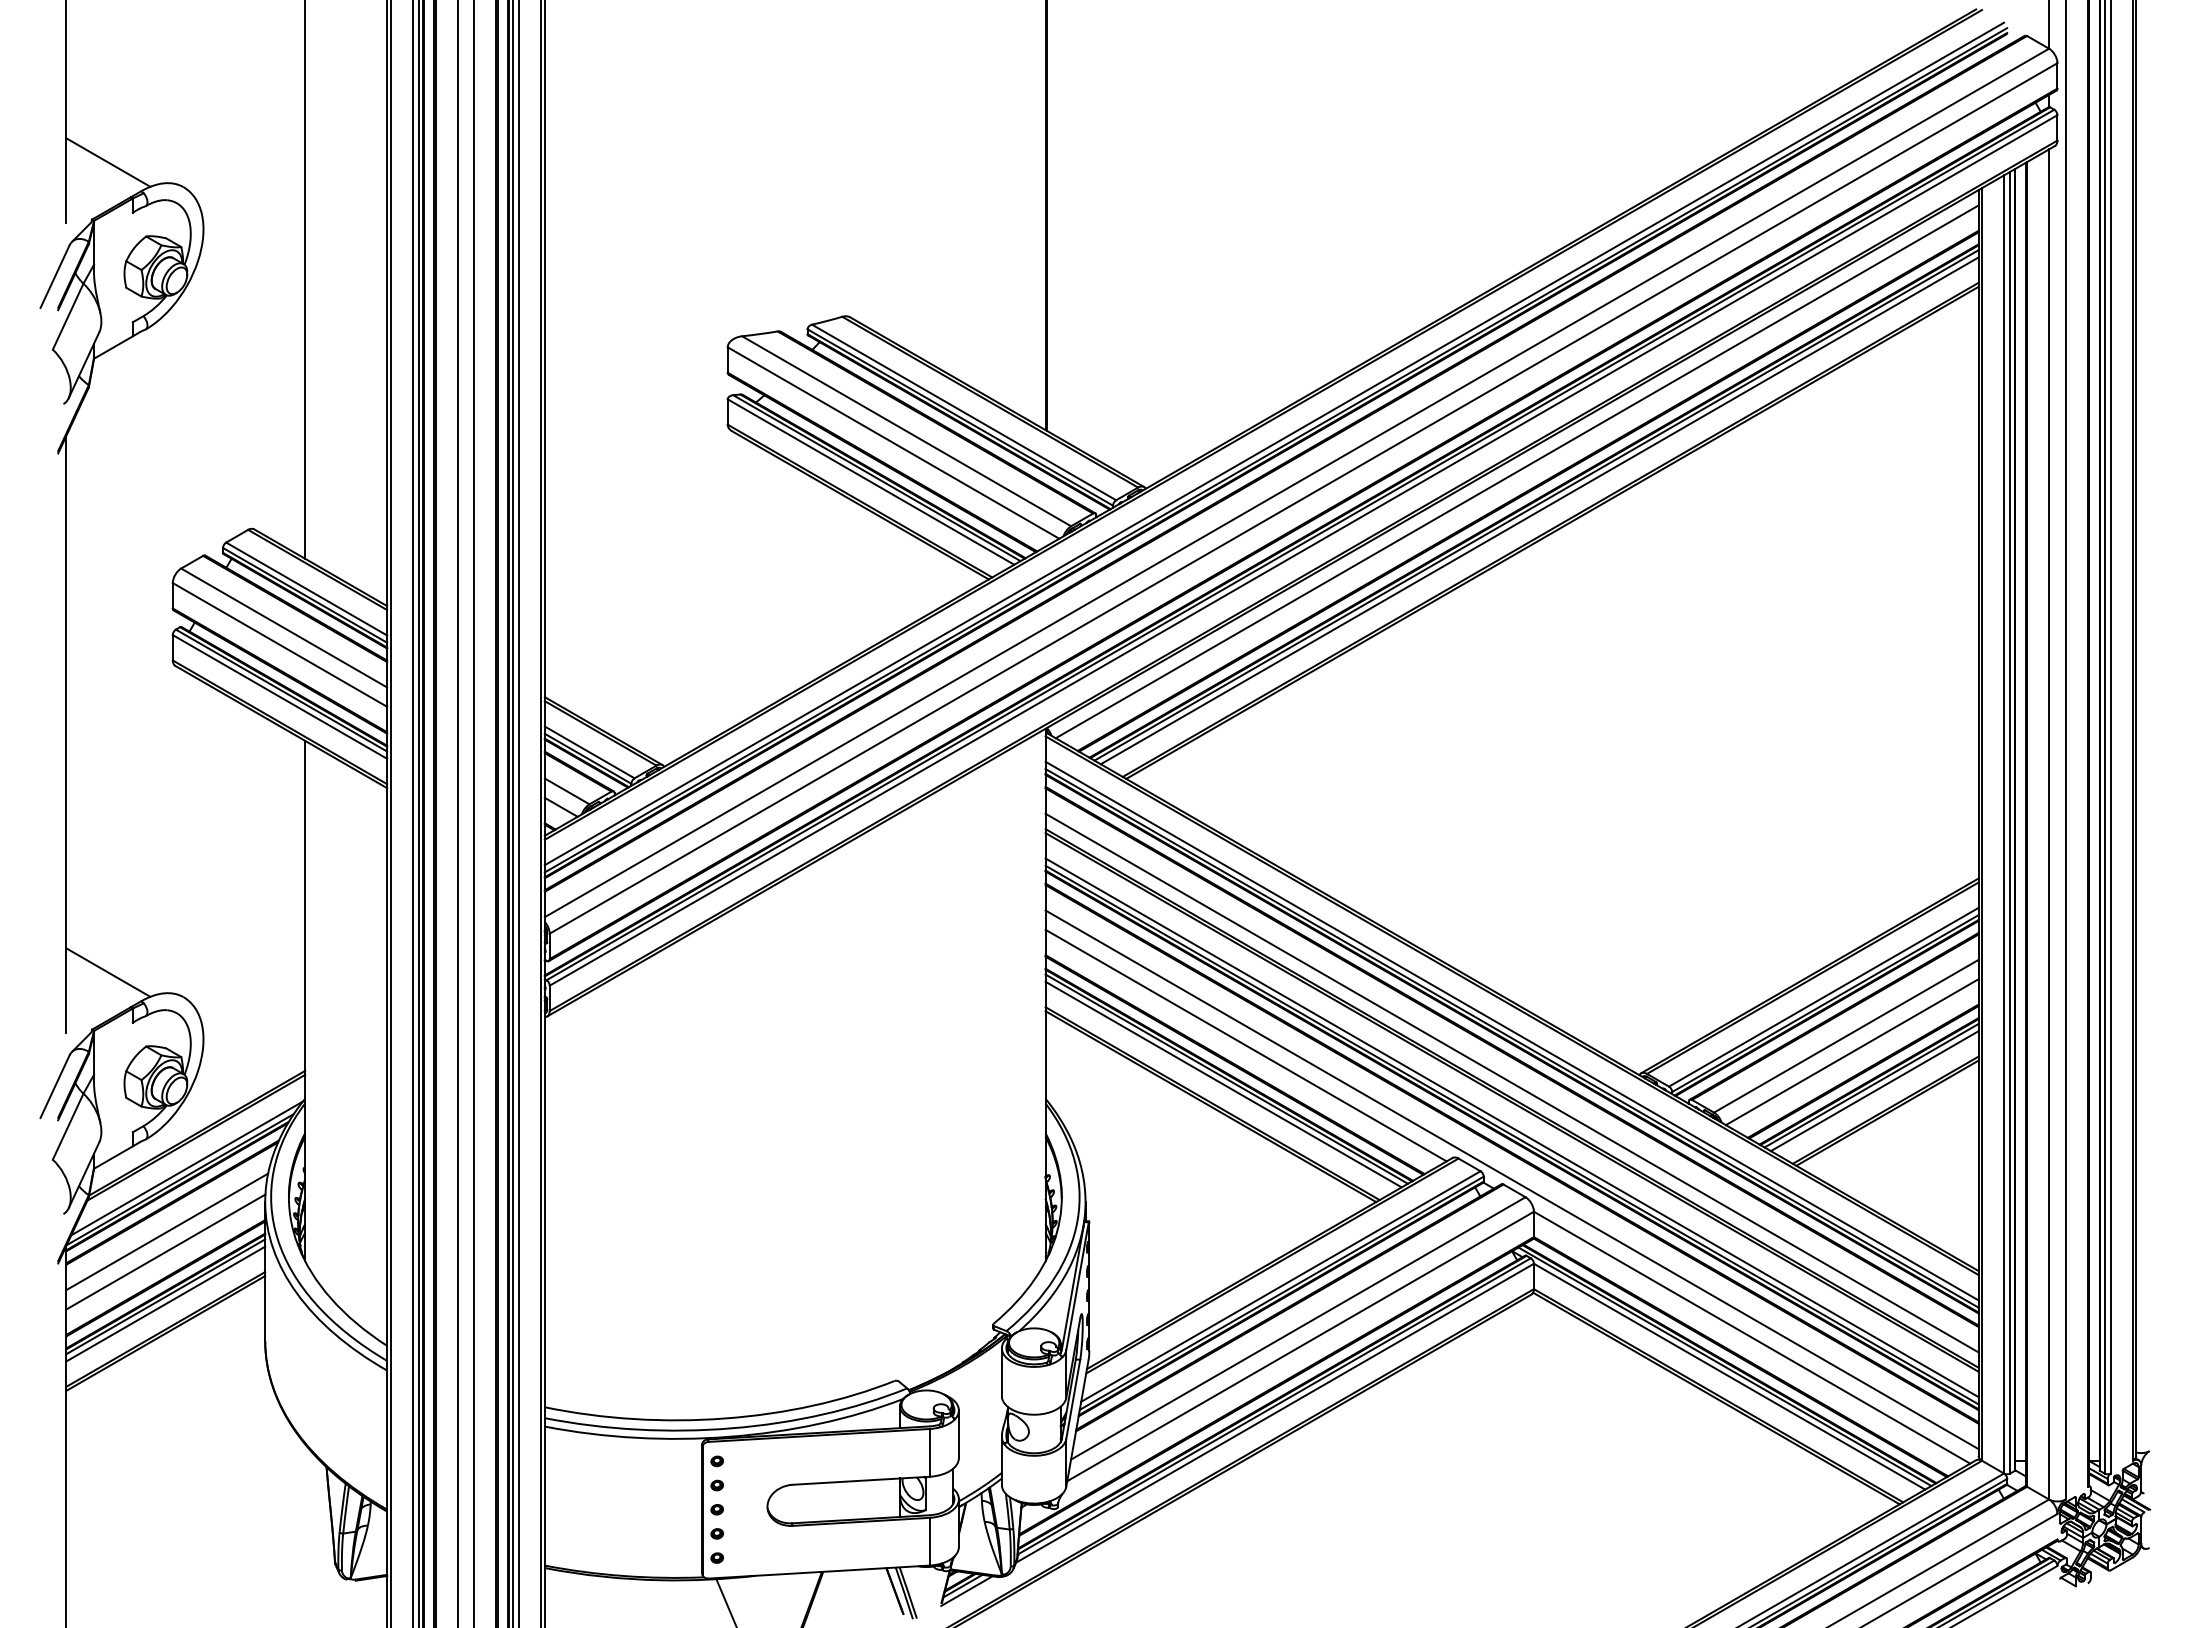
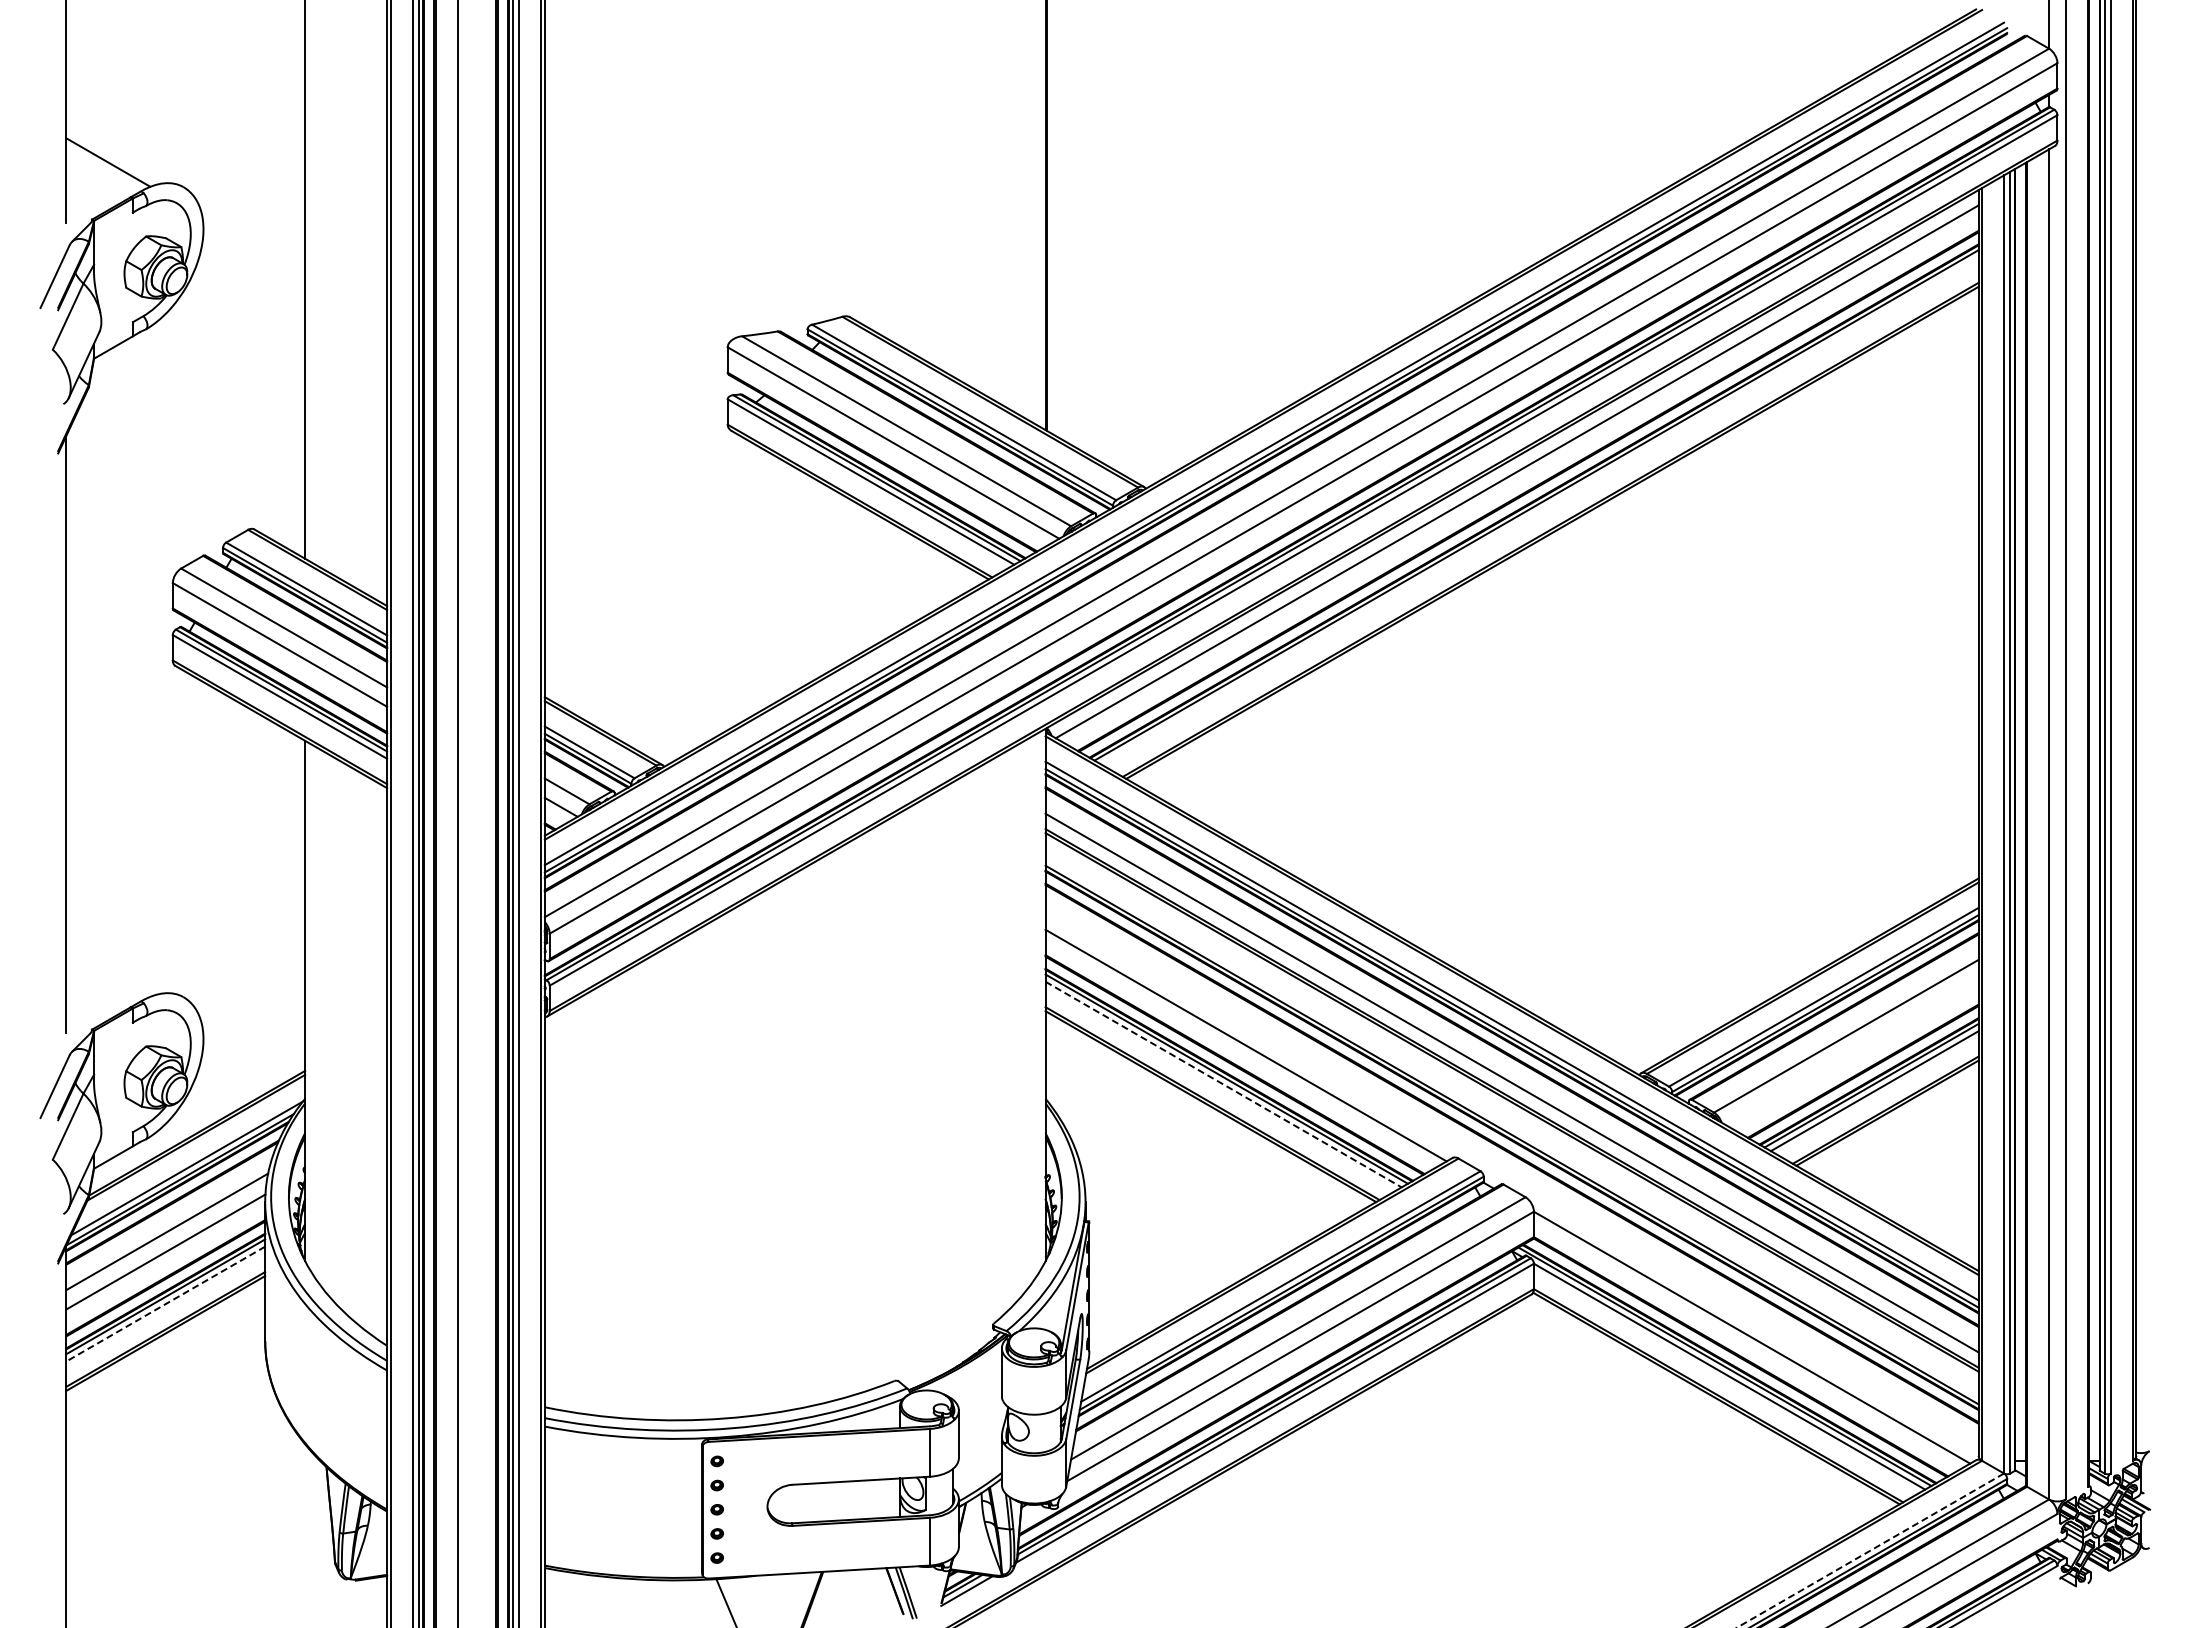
line at (1539, 510): present -> none
line at (474, 813): present -> none
line at (108, 972): present -> none
line at (1851, 1052): present -> none
line at (1223, 1084): solid -> dashed
line at (1511, 1127): present -> none
line at (1511, 1179): present -> none
line at (165, 1304): solid -> dashed
line at (1870, 1550): solid -> dashed
